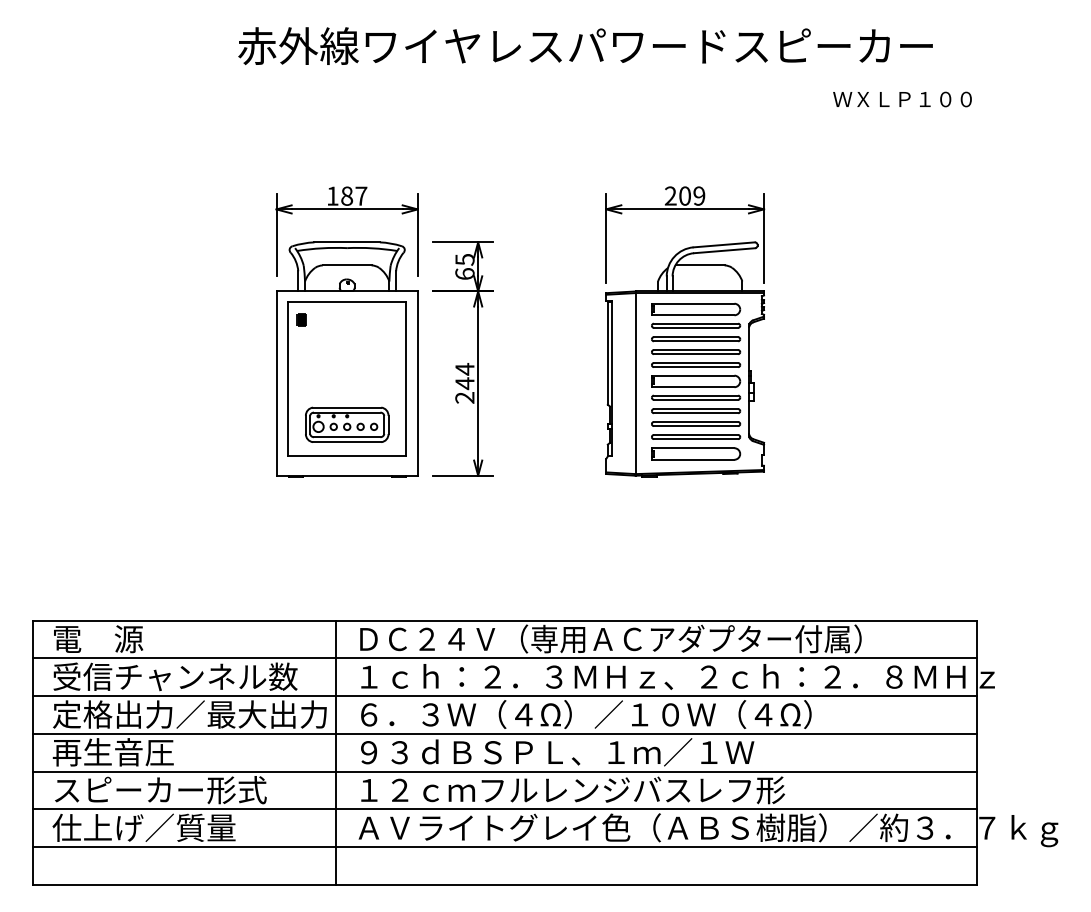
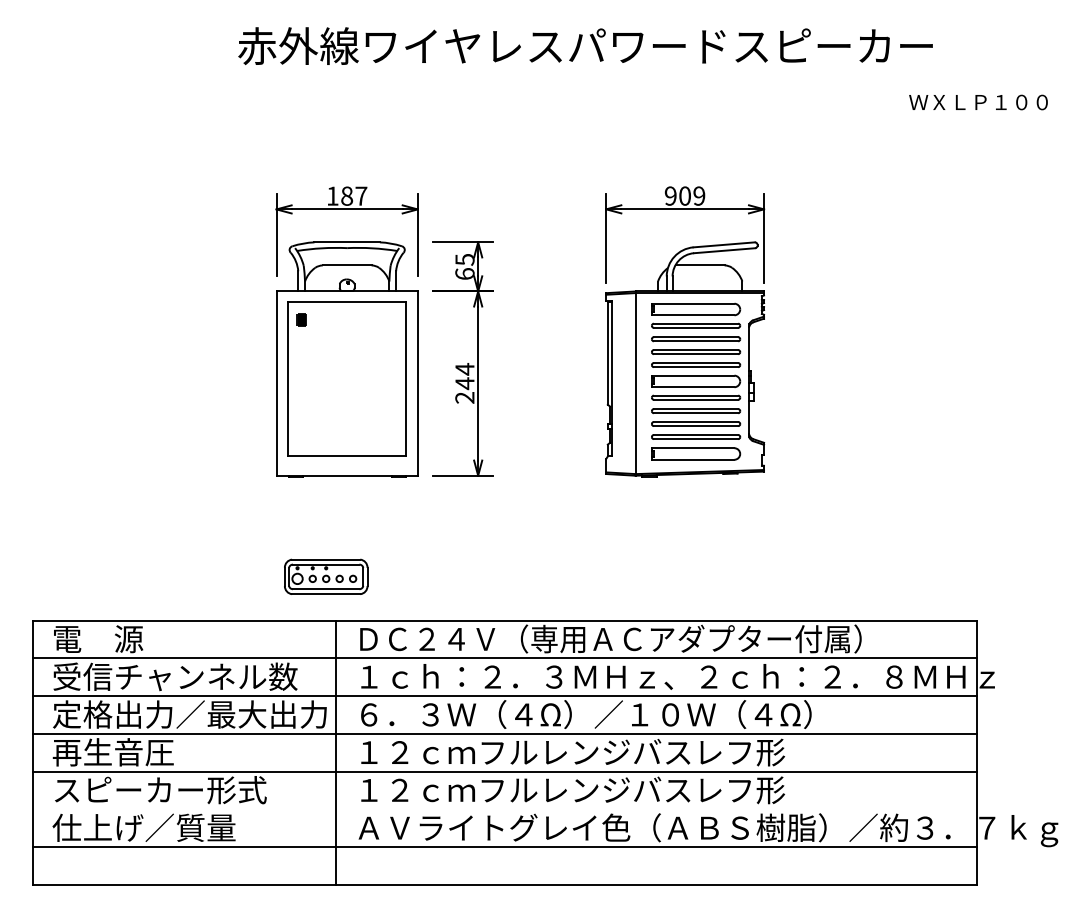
text at (902, 99) position: (902, 99) -> (978, 102)
text at (670, 195): 209 -> 909
part at (347, 424) position: (347, 424) -> (326, 576)
text at (573, 752): ９３ｄＢＳＰＬ、１ｍ／１Ｗ -> １２ｃｍフルレンジバスレフ形
line at (504, 809): present -> none
